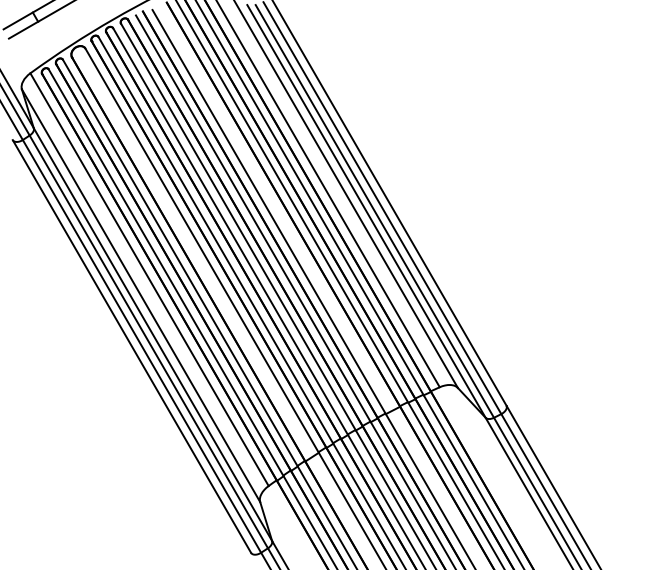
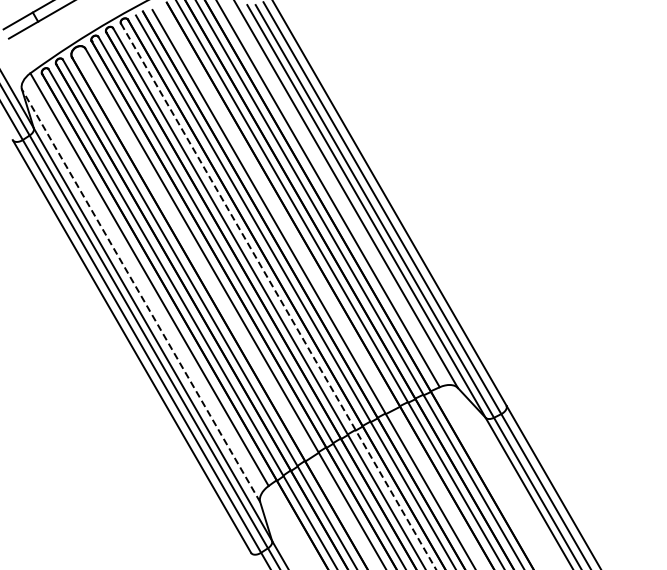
line at (140, 295): solid -> dashed
line at (278, 297): solid -> dashed
